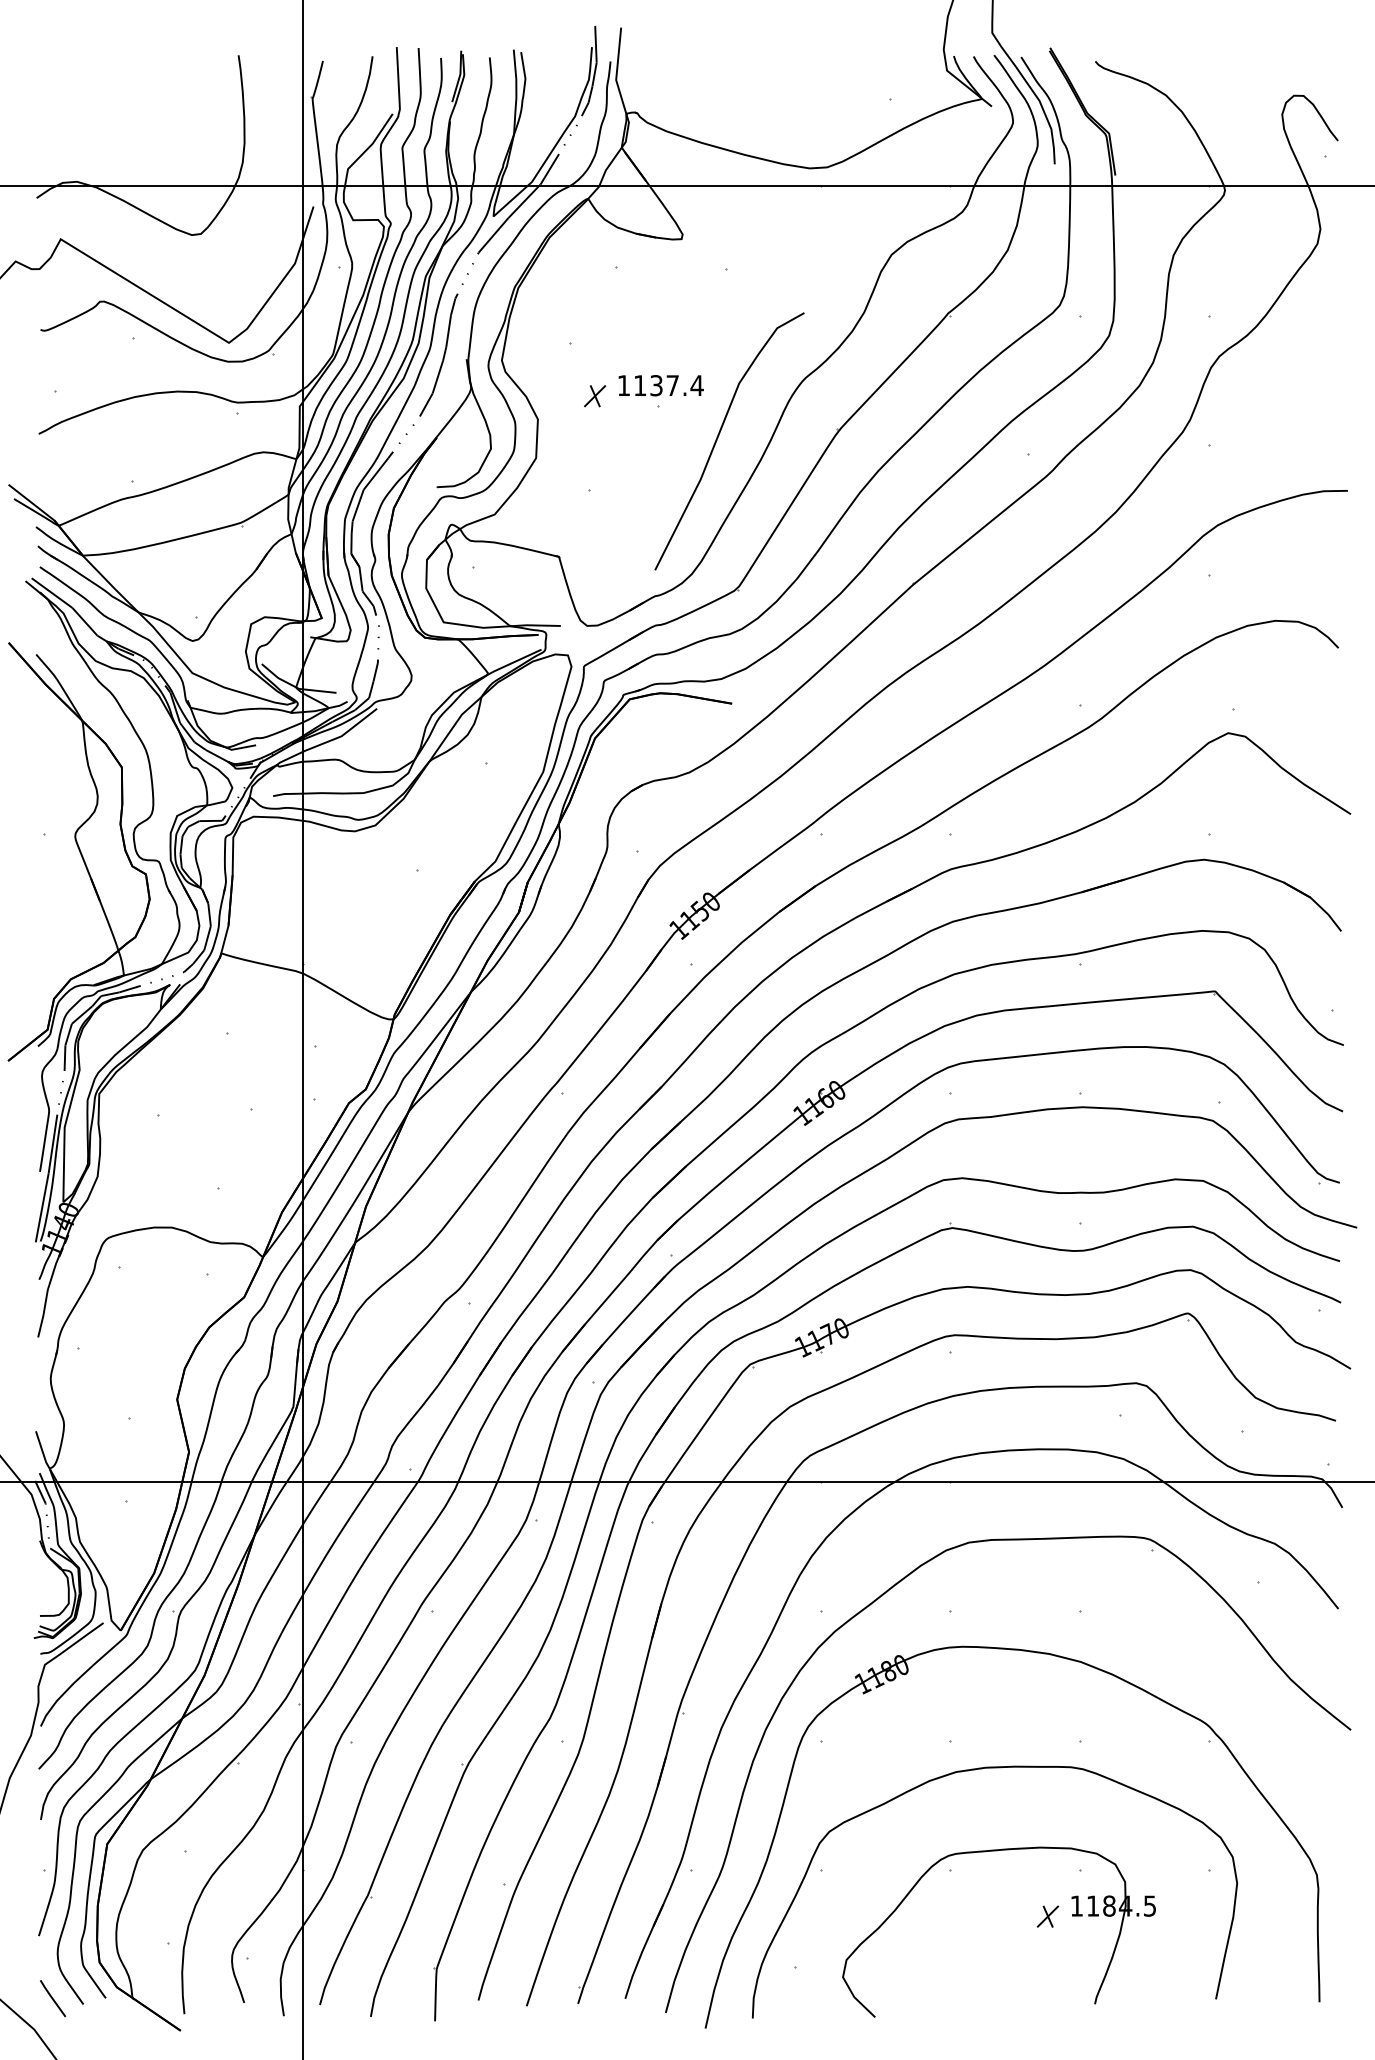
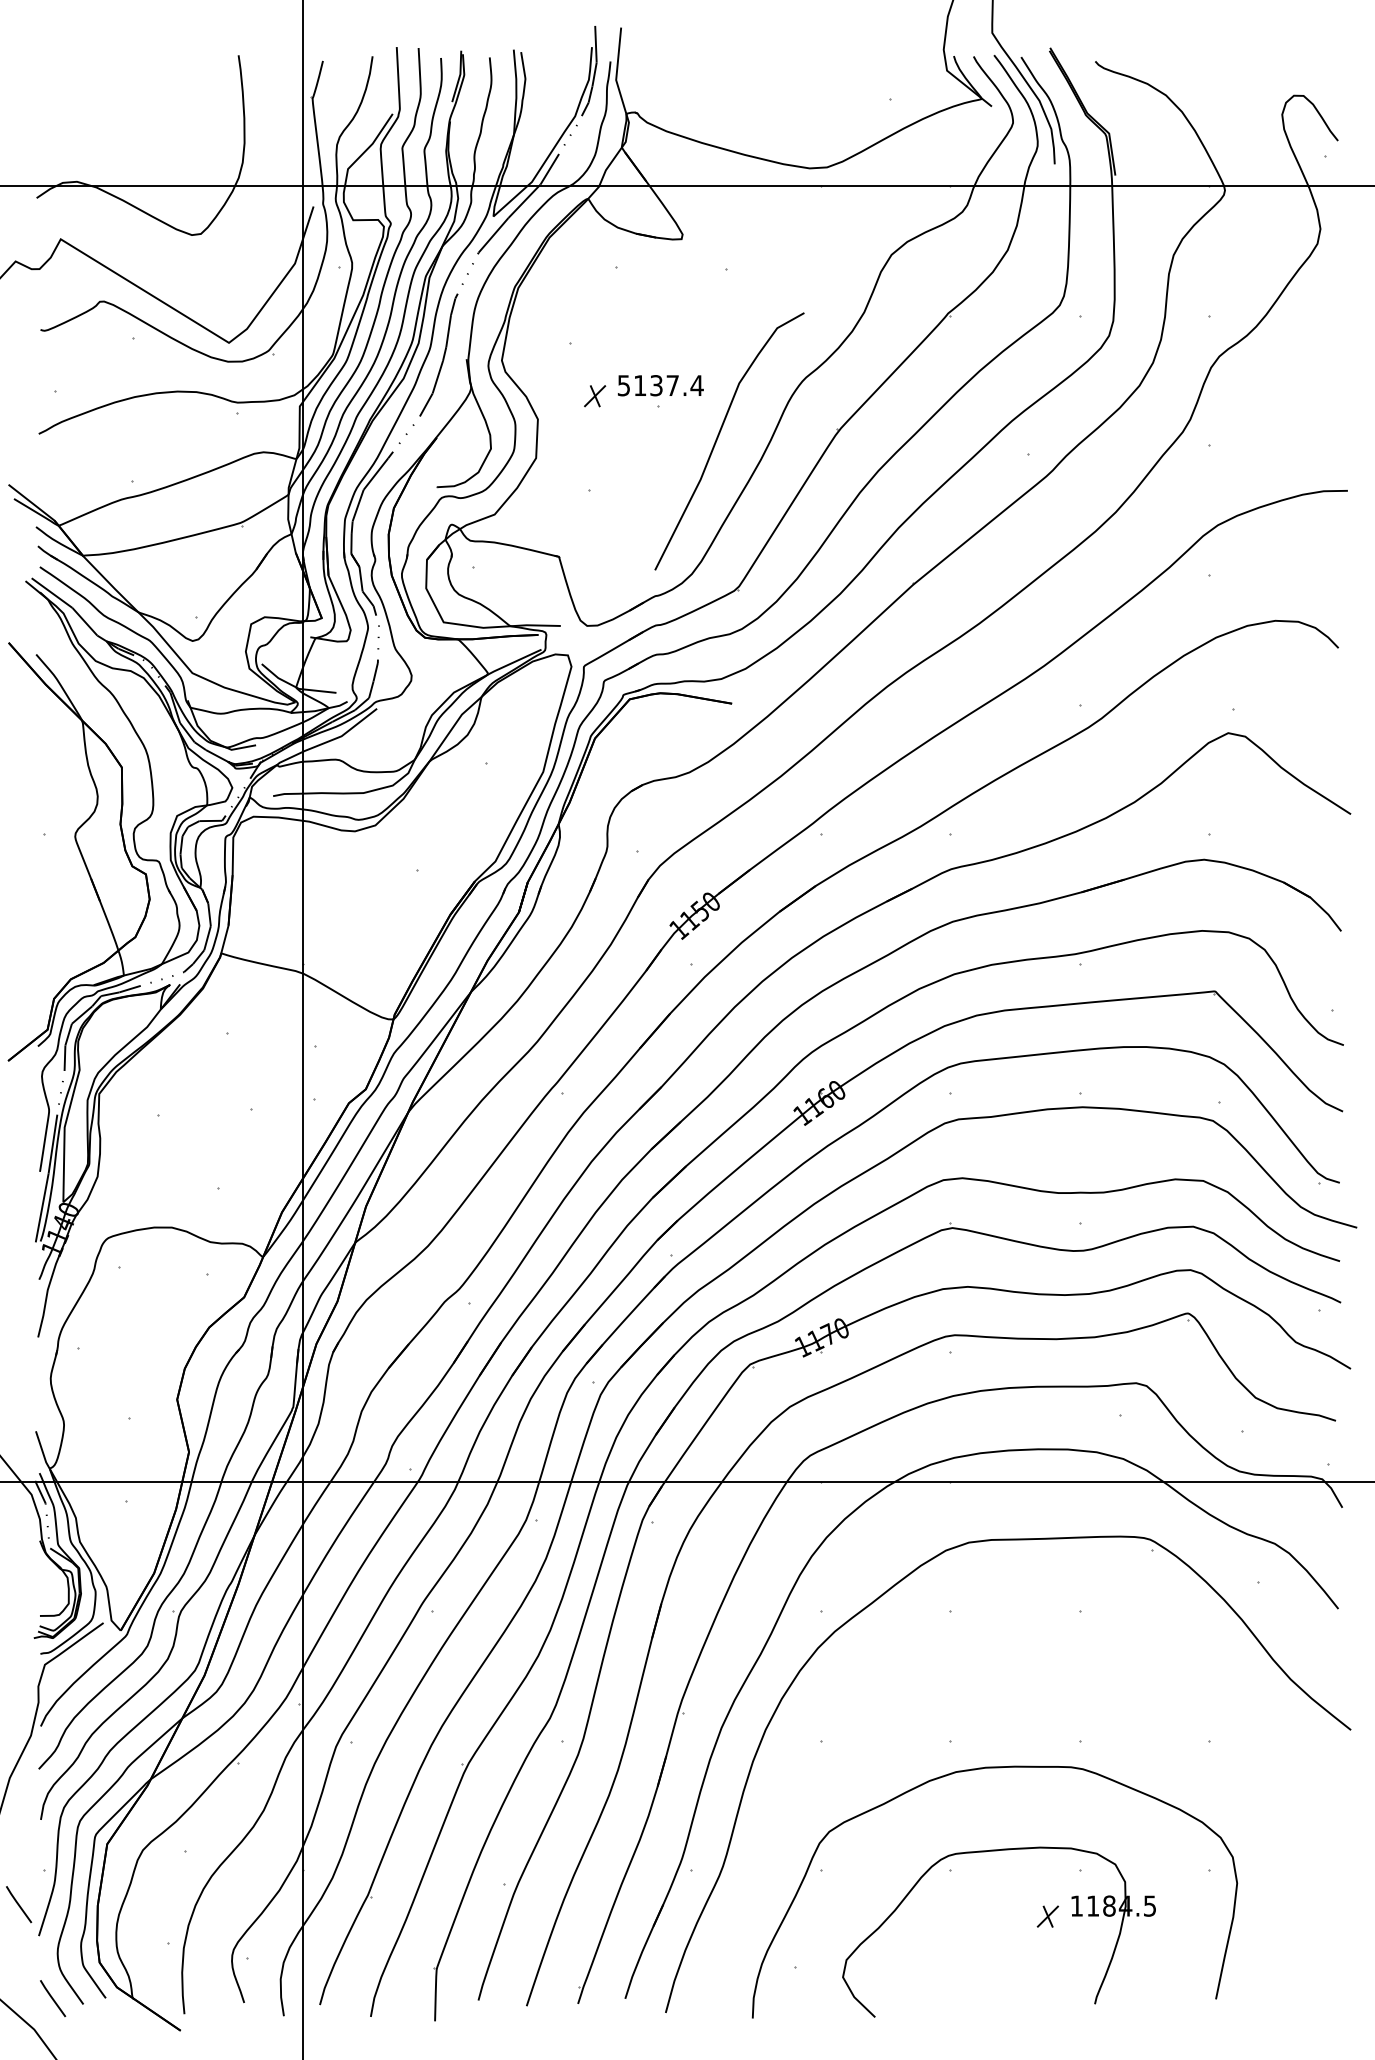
text at (623, 385): 1137.4 -> 5137.4
part at (1036, 1653): present -> none
line at (19, 1904): none -> present
